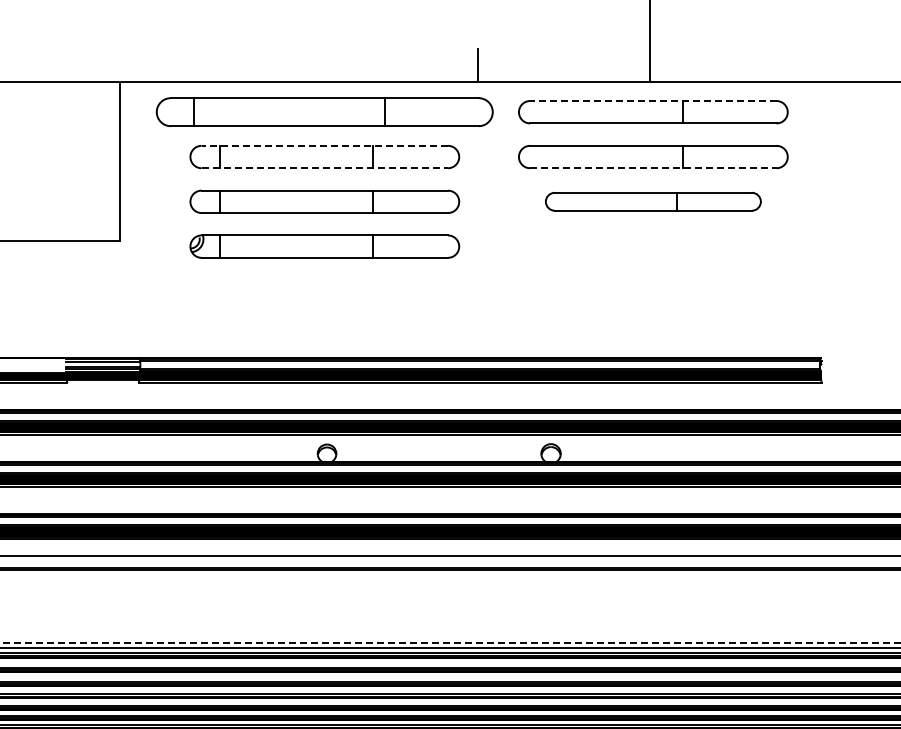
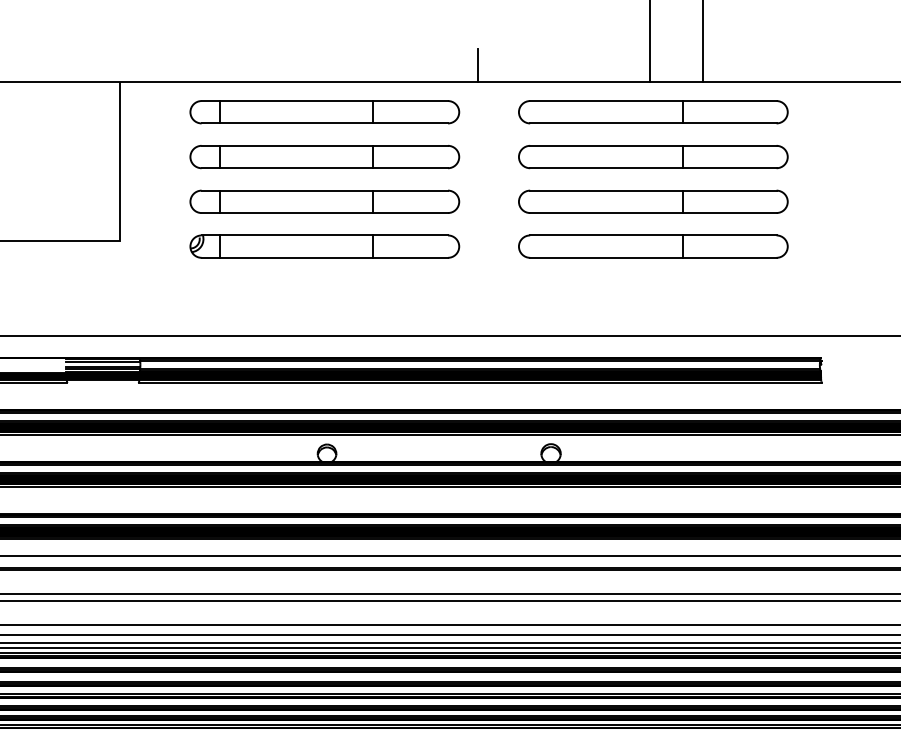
line at (702, 42): none -> present
line at (652, 101): dashed -> solid
part at (324, 111) size: 339x30 px -> 272x25 px
line at (324, 145): dashed -> solid
line at (325, 168): dashed -> solid
line at (653, 168): dashed -> solid
part at (653, 201) size: 217x20 px -> 271x25 px
part at (653, 246): none -> present
line at (449, 336): none -> present
line at (449, 593): none -> present
line at (449, 601): none -> present
line at (449, 624): none -> present
line at (449, 635): none -> present
line at (450, 643): dashed -> solid
